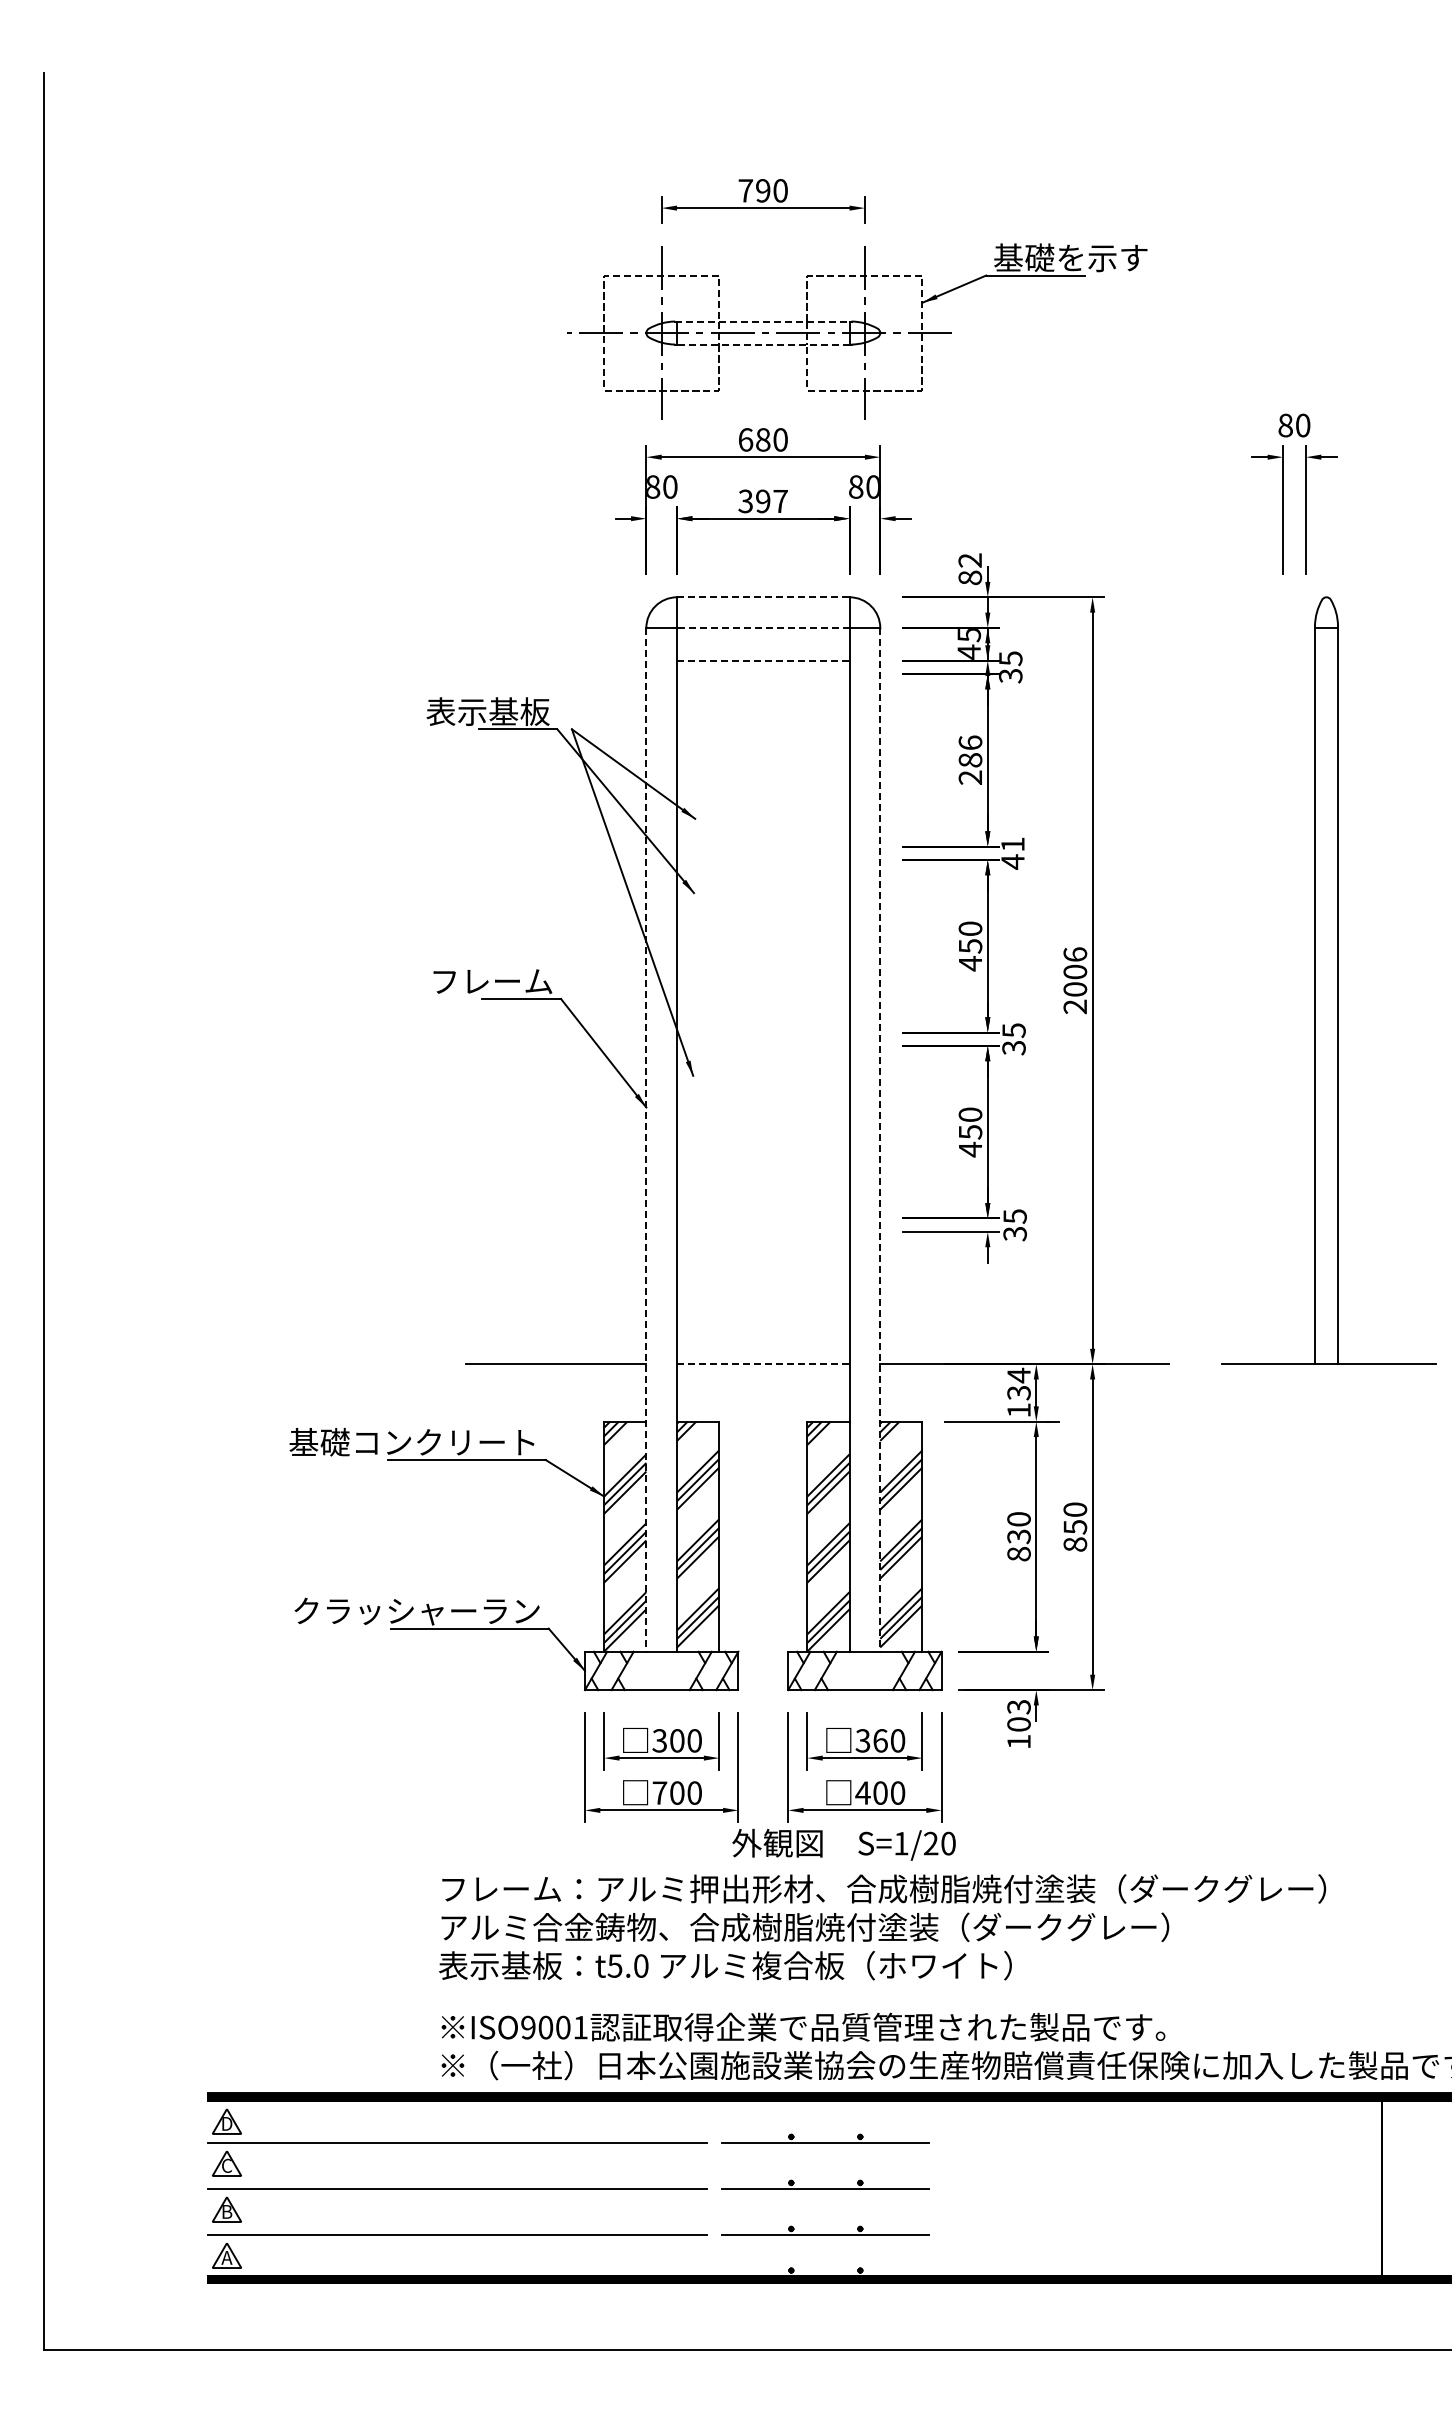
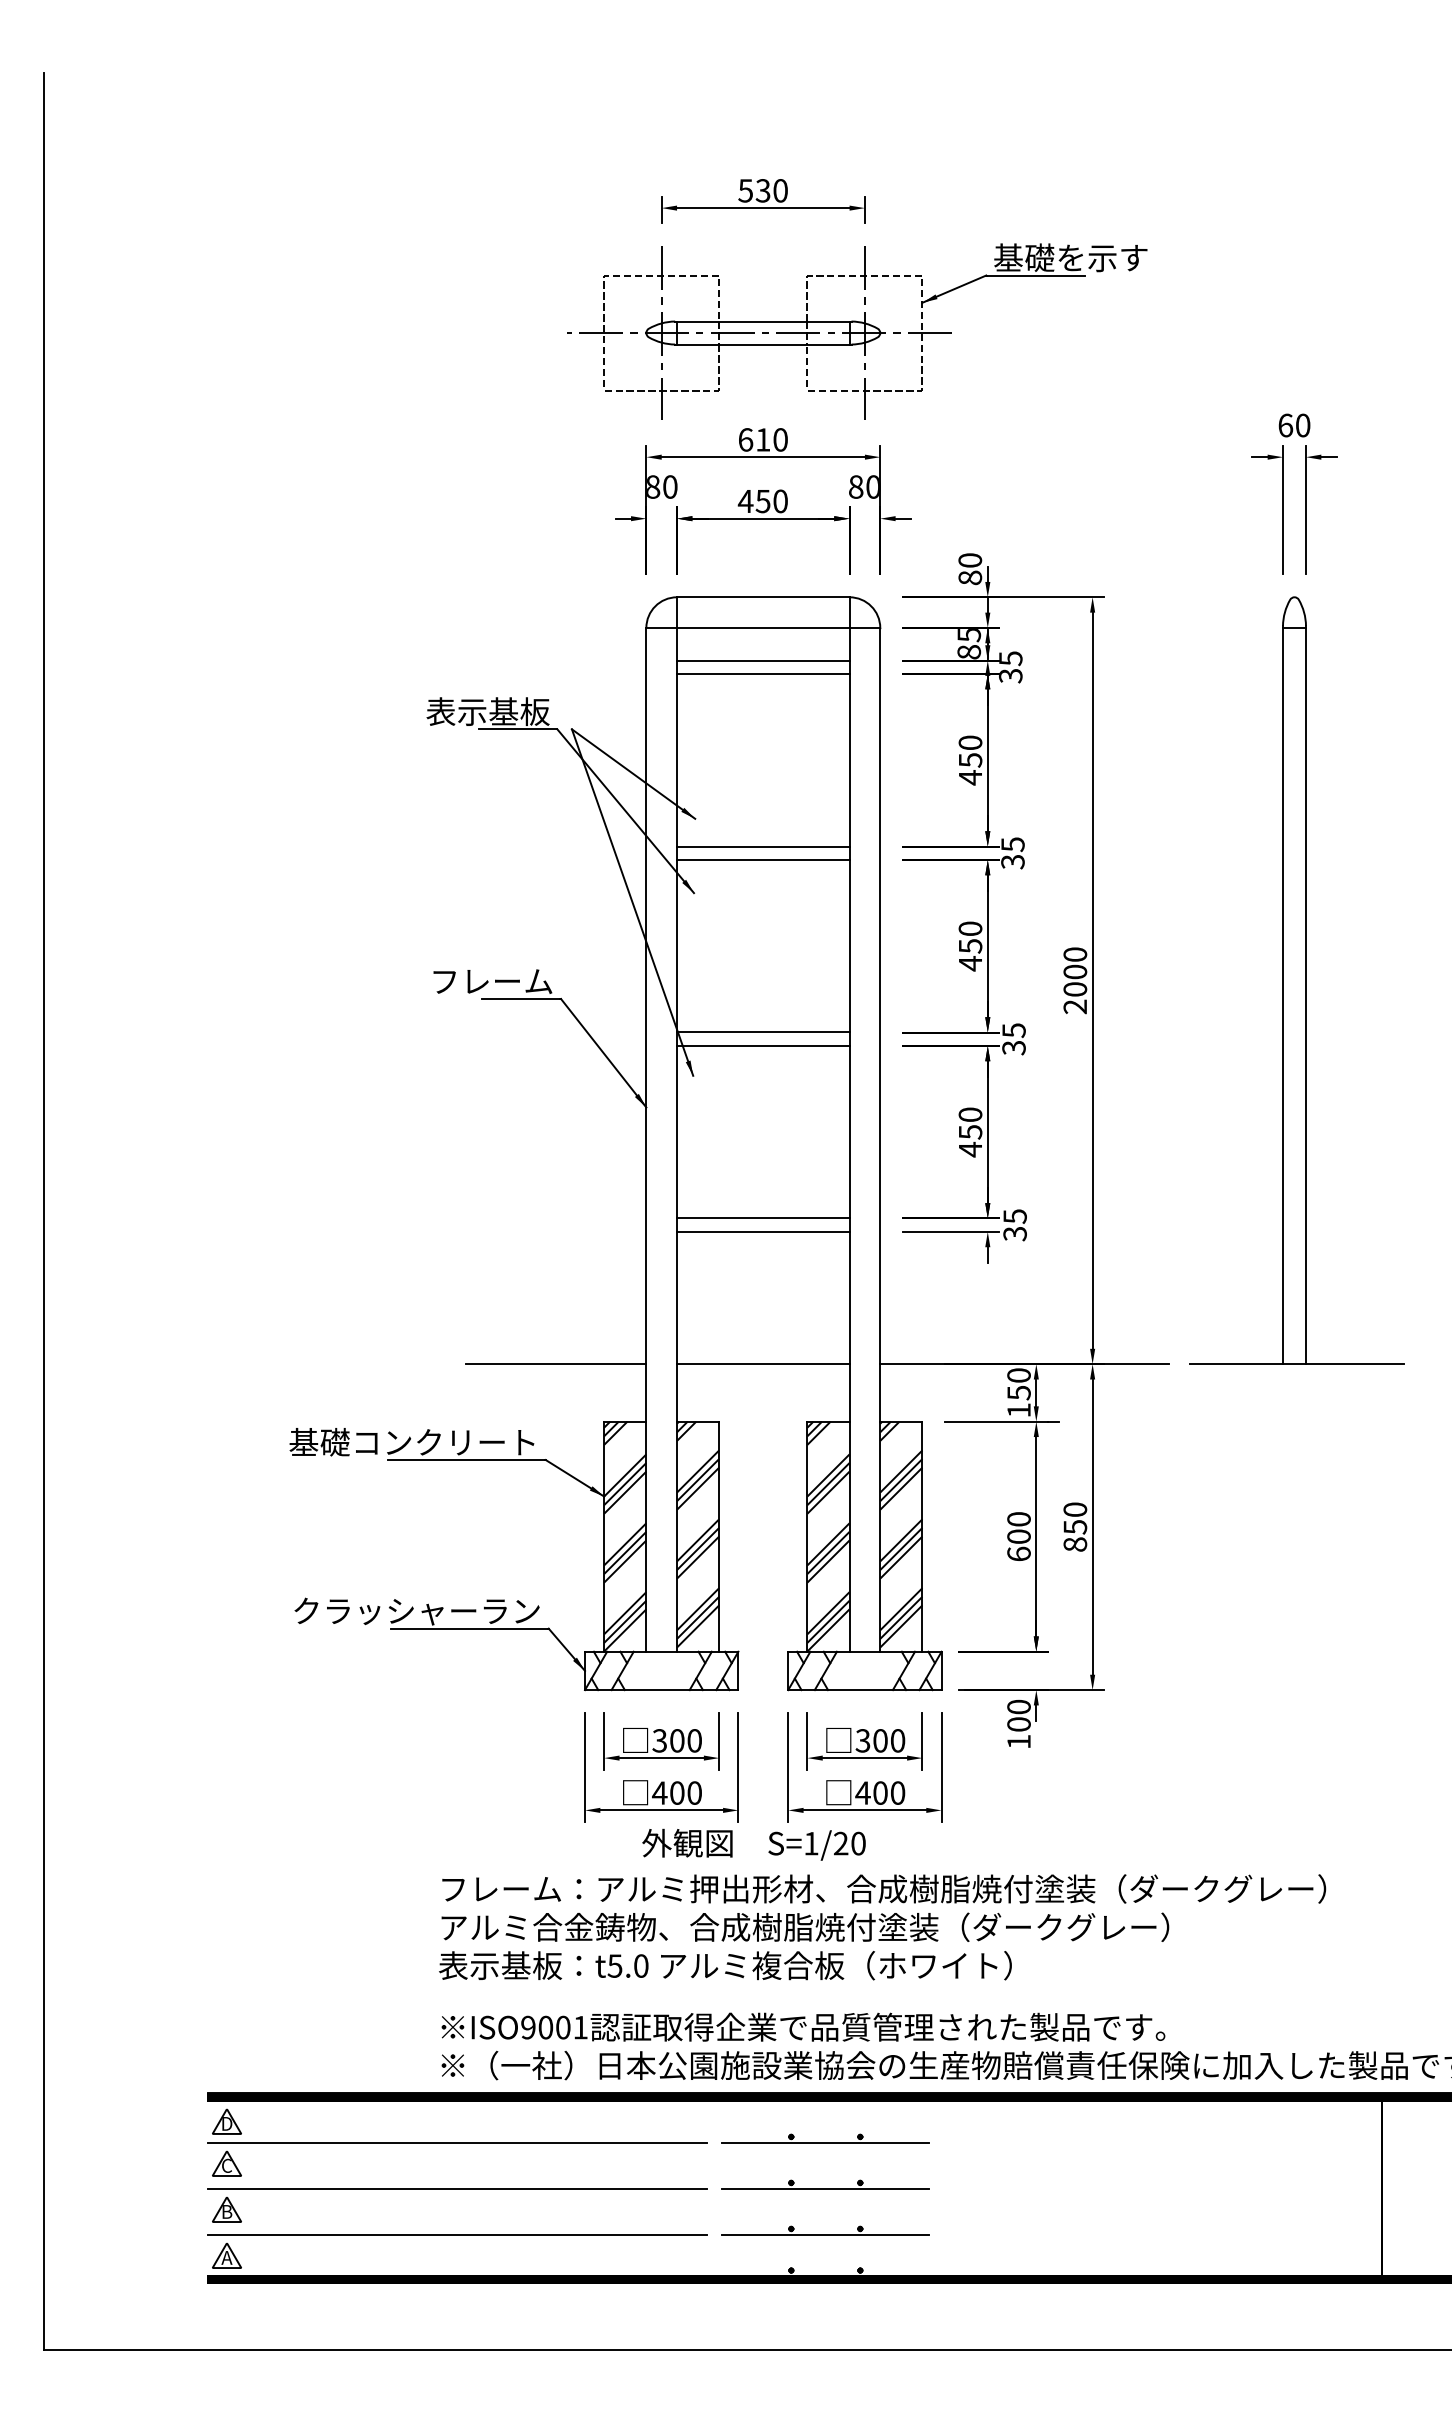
text at (754, 190): 790 -> 530
line at (762, 321): dashed -> solid
line at (761, 344): dashed -> solid
text at (1285, 425): 80 -> 60
text at (763, 439): 680 -> 610
text at (762, 501): 397 -> 450
text at (970, 560): 82 -> 80
line at (763, 597): dashed -> solid
line at (762, 627): dashed -> solid
text at (969, 651): 45 -> 85
line at (763, 660): dashed -> solid
line at (763, 673): none -> present
text at (970, 760): 286 -> 450
line at (763, 846): none -> present
text at (1012, 853): 41 -> 35
line at (763, 859): none -> present
text at (1075, 954): 2006 -> 2000
part at (1328, 980) position: (1328, 980) -> (1296, 980)
line at (763, 1032): none -> present
line at (763, 1045): none -> present
line at (646, 1139): dashed -> solid
line at (880, 1139): dashed -> solid
line at (763, 1218): none -> present
line at (763, 1231): none -> present
line at (763, 1364): dashed -> solid
text at (1018, 1383): 134 -> 150
text at (1018, 1545): 830 -> 600
text at (1018, 1706): 103 -> 100
text at (880, 1740): 360 -> 300
text at (659, 1792): 700 -> 400
text at (843, 1844) position: (843, 1844) -> (753, 1844)
